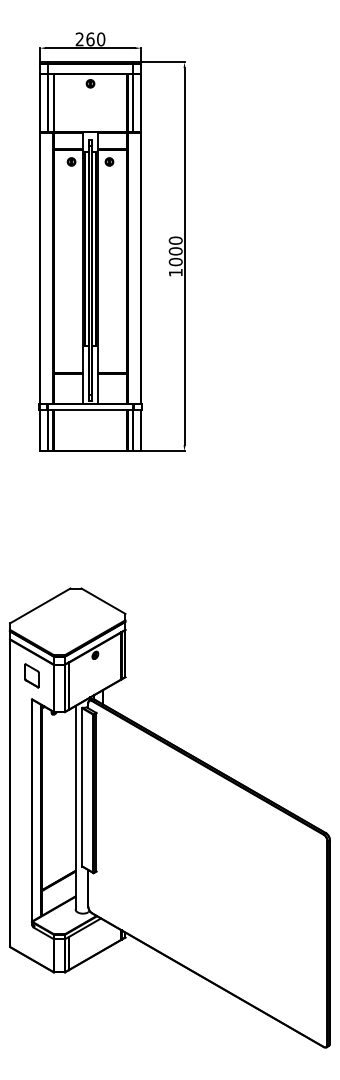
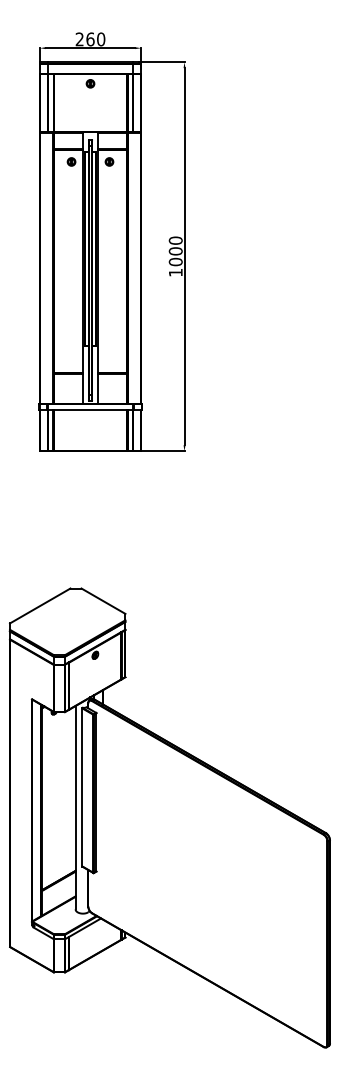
part at (31, 675): present -> none
